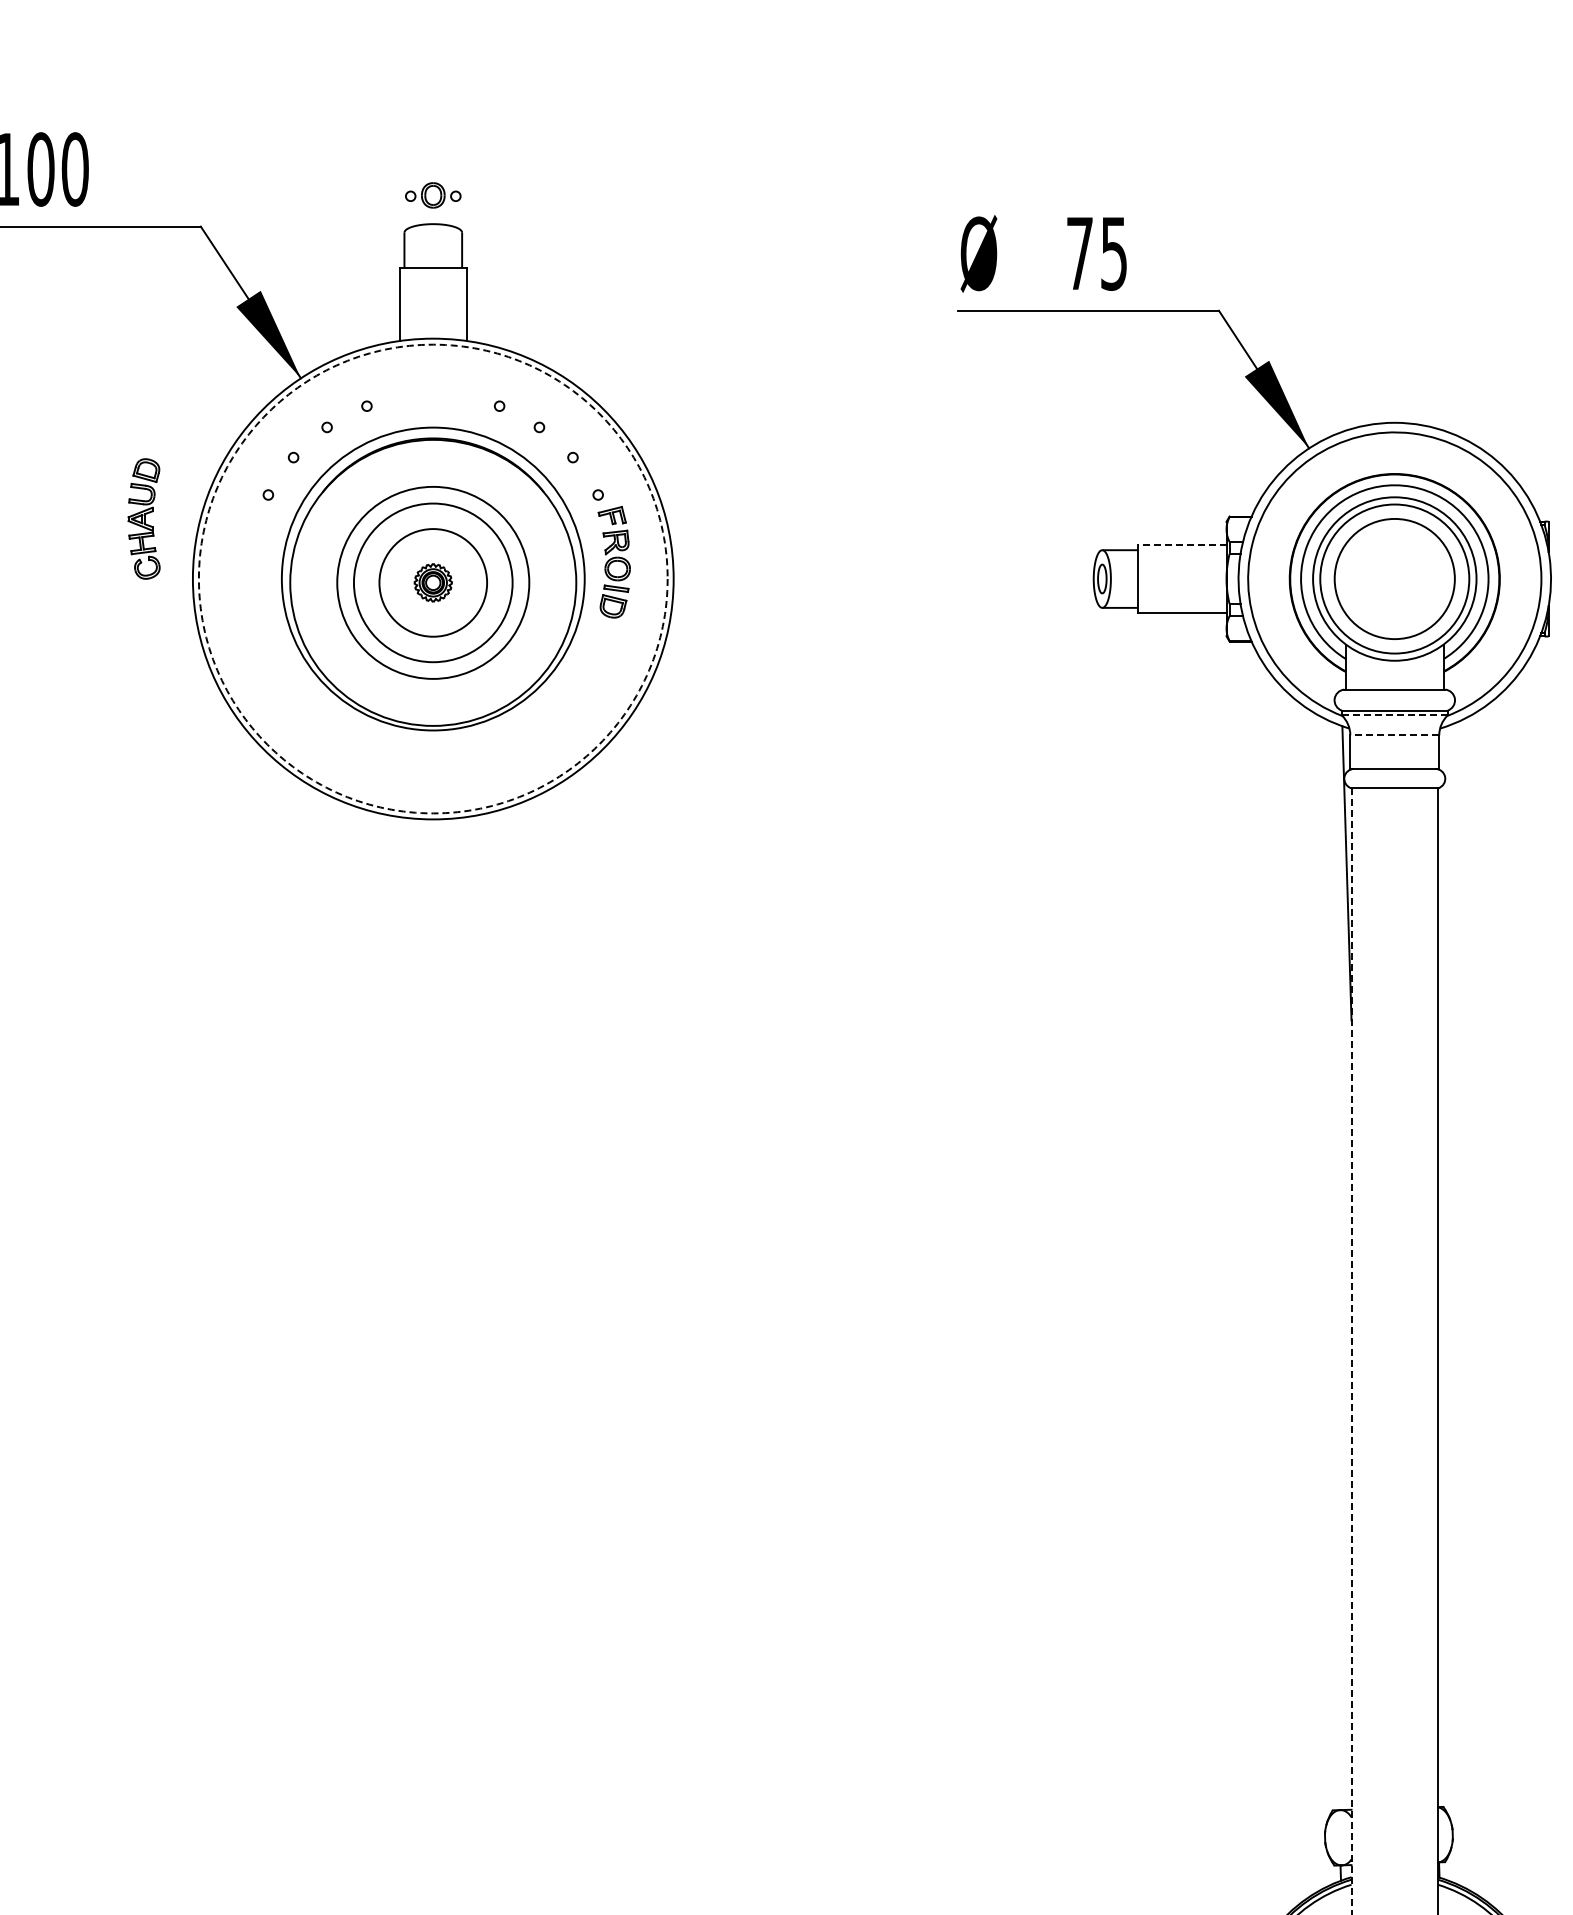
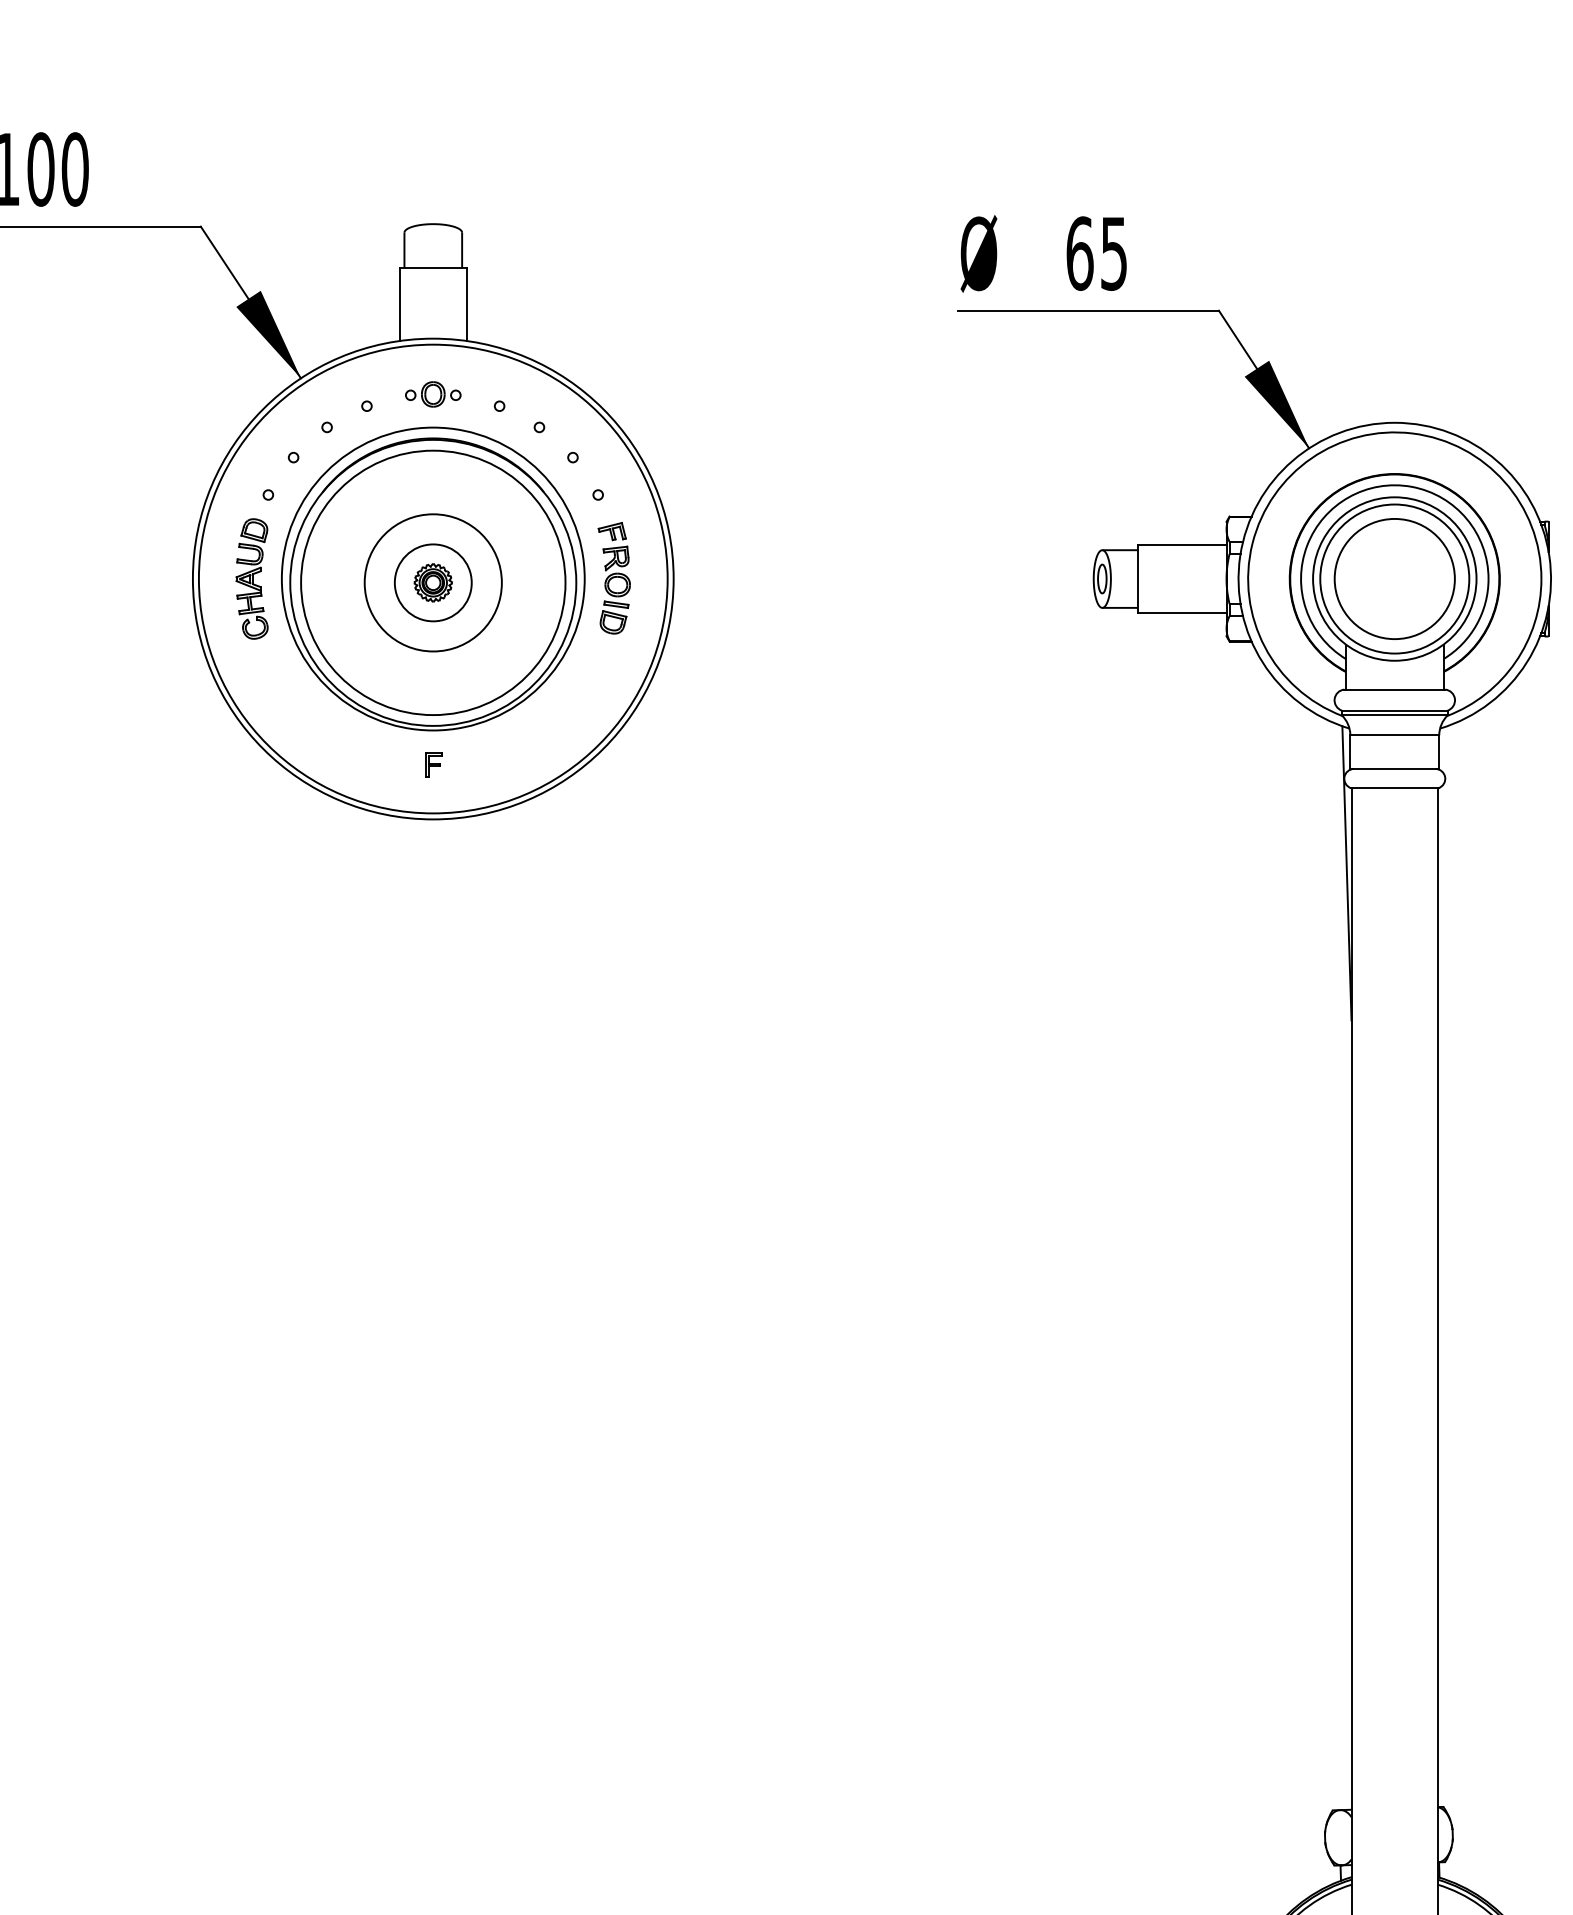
part at (433, 195) position: (433, 195) -> (433, 394)
text at (1079, 253): 75 -> 65
part at (143, 518) position: (143, 518) -> (251, 578)
line at (1181, 545): dashed -> solid
part at (613, 562) position: (613, 562) -> (613, 578)
circle at (432, 578): dashed -> solid
circle at (432, 582) diameter: 159 px -> 264 px
circle at (433, 582) diameter: 108 px -> 77 px
circle at (433, 582) diameter: 192 px -> 137 px
line at (1394, 715): dashed -> solid
line at (1394, 735): dashed -> solid
part at (433, 764): none -> present
line at (1351, 1352): dashed -> solid
